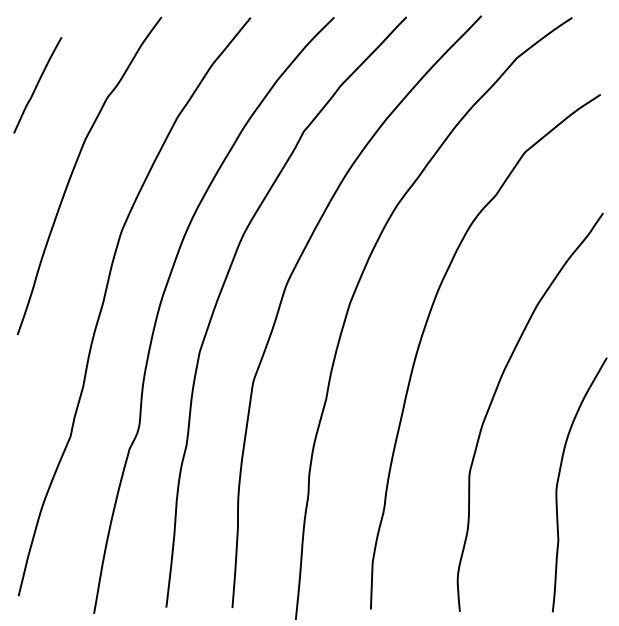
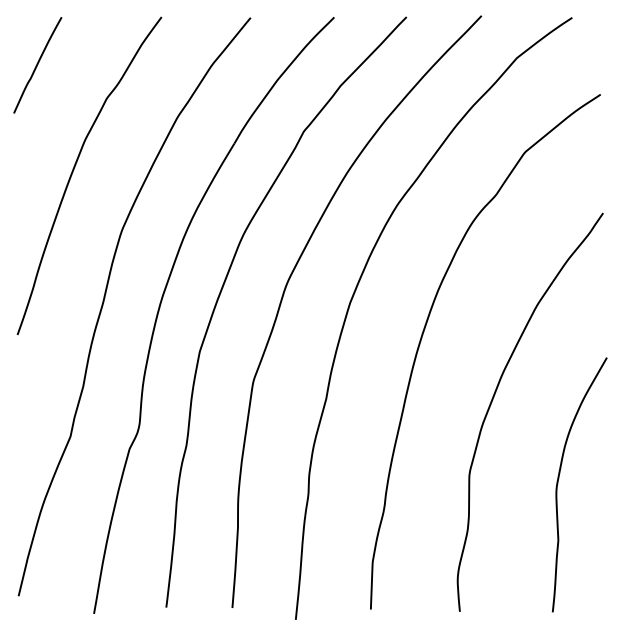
curve at (37, 85) position: (37, 85) -> (37, 65)
